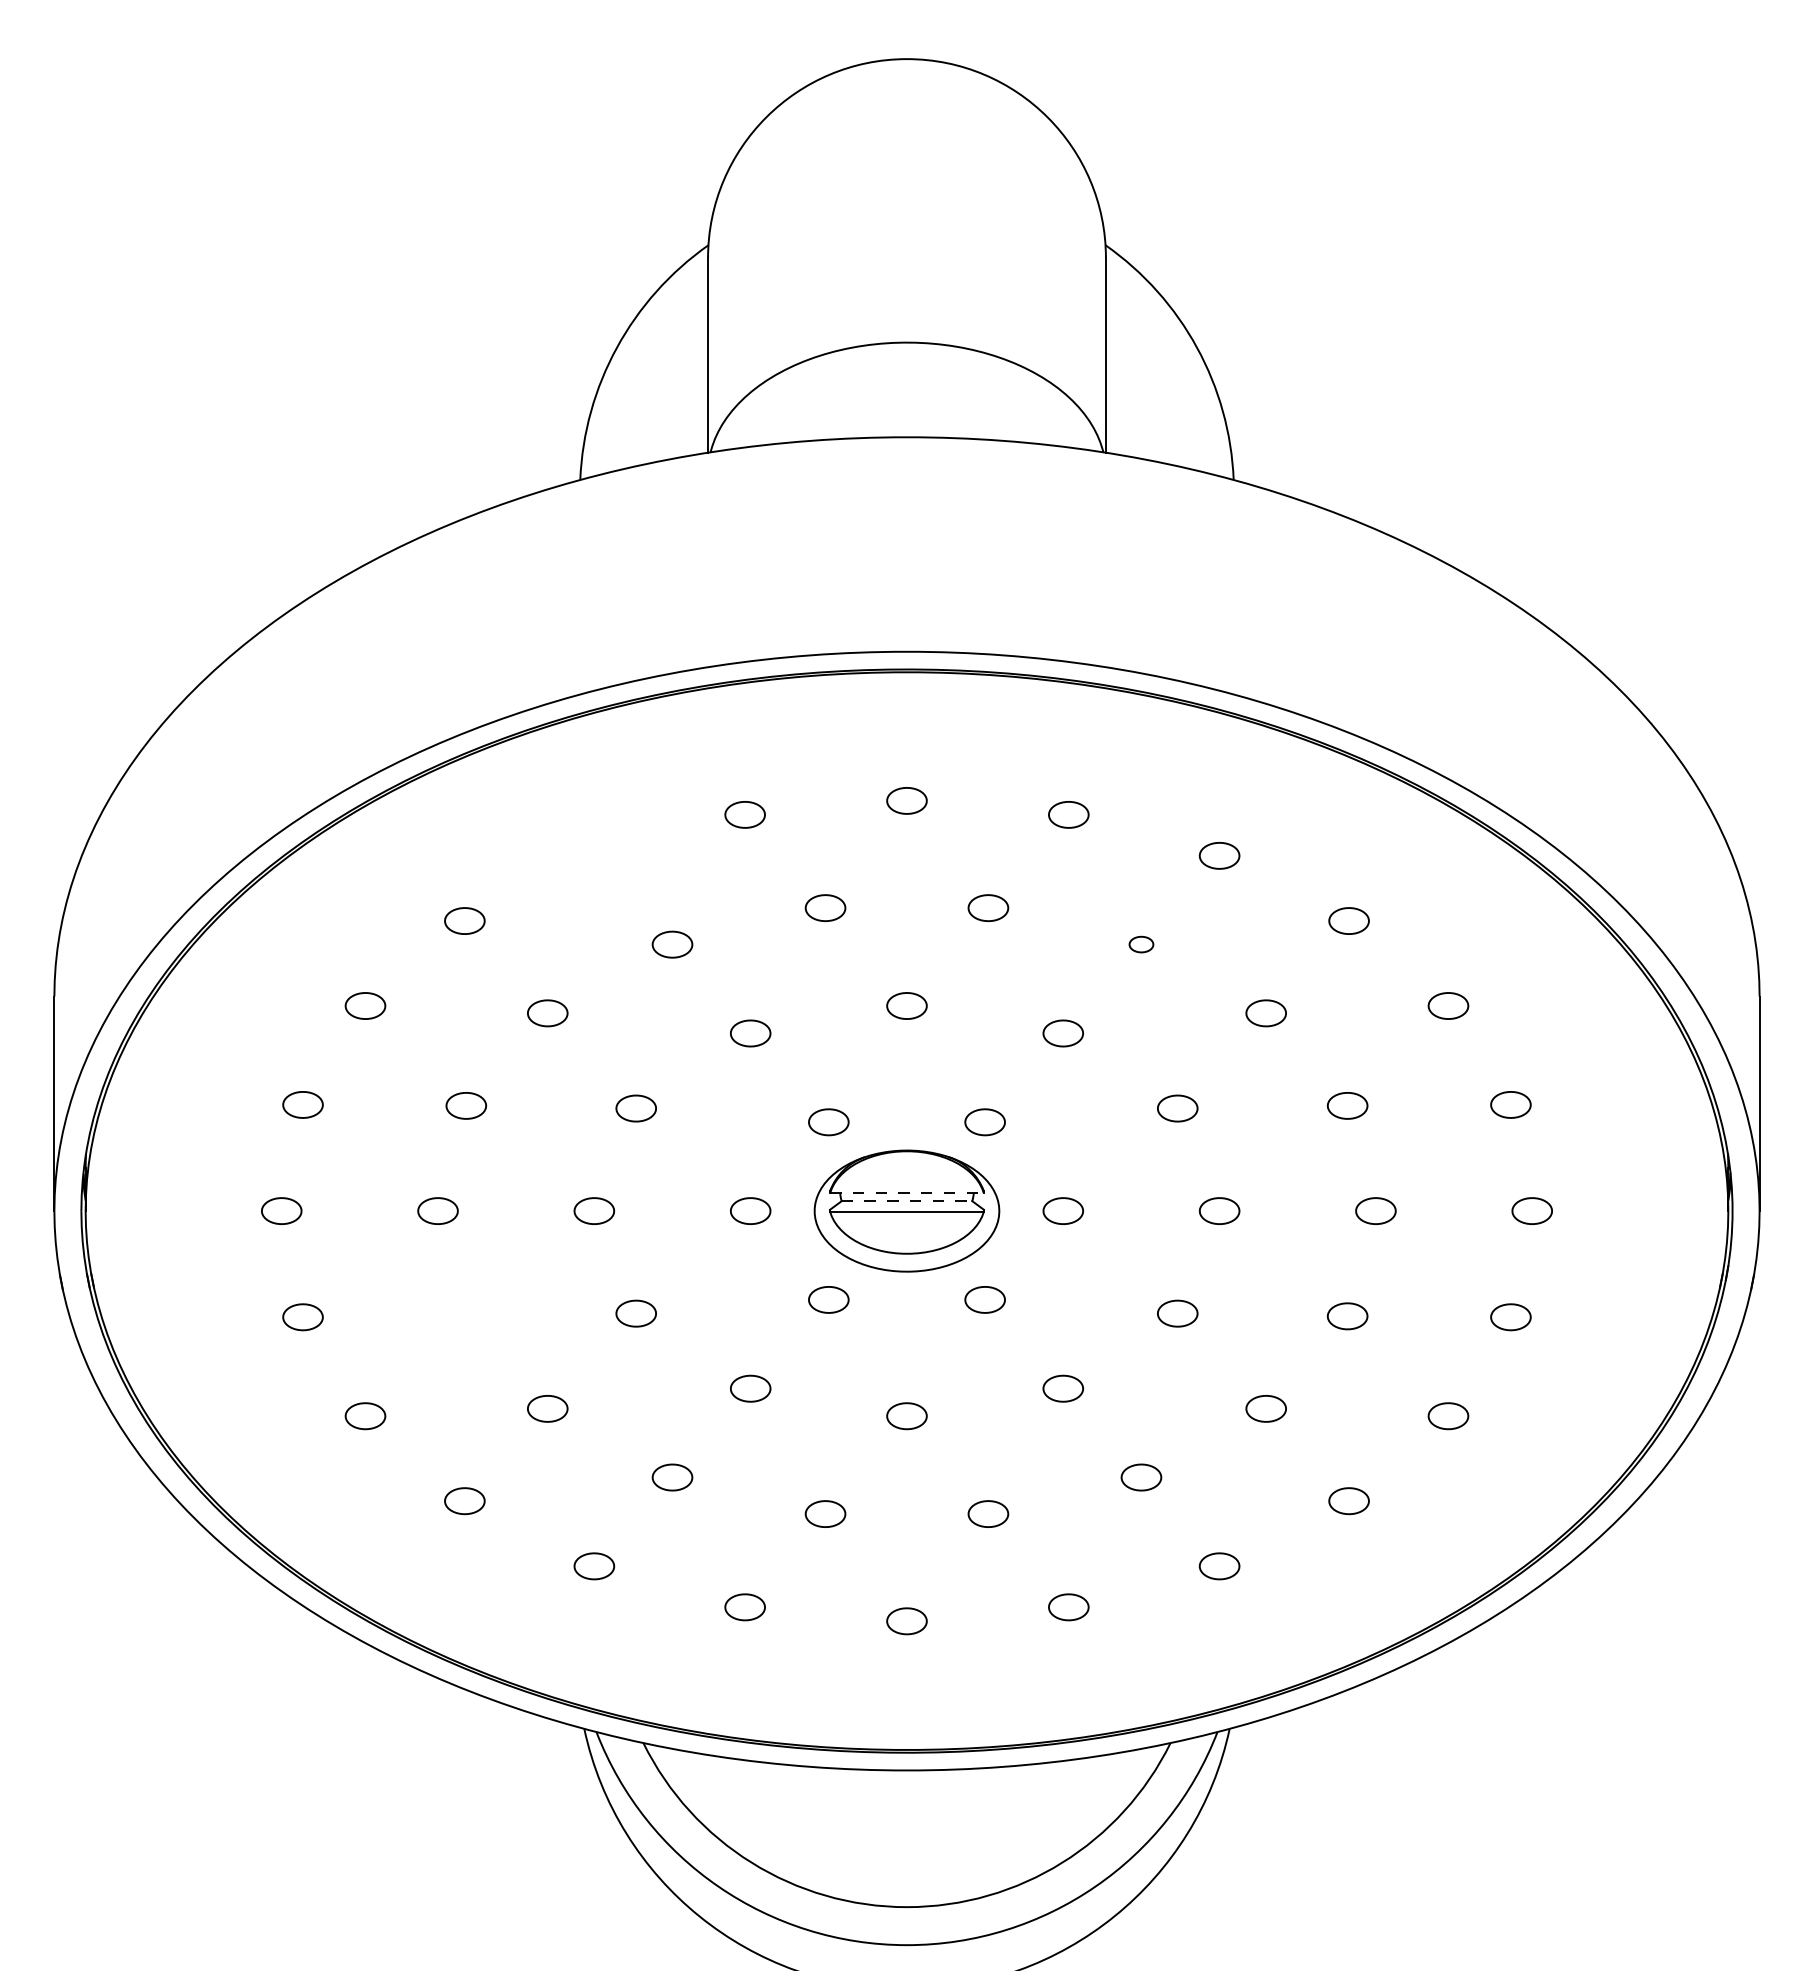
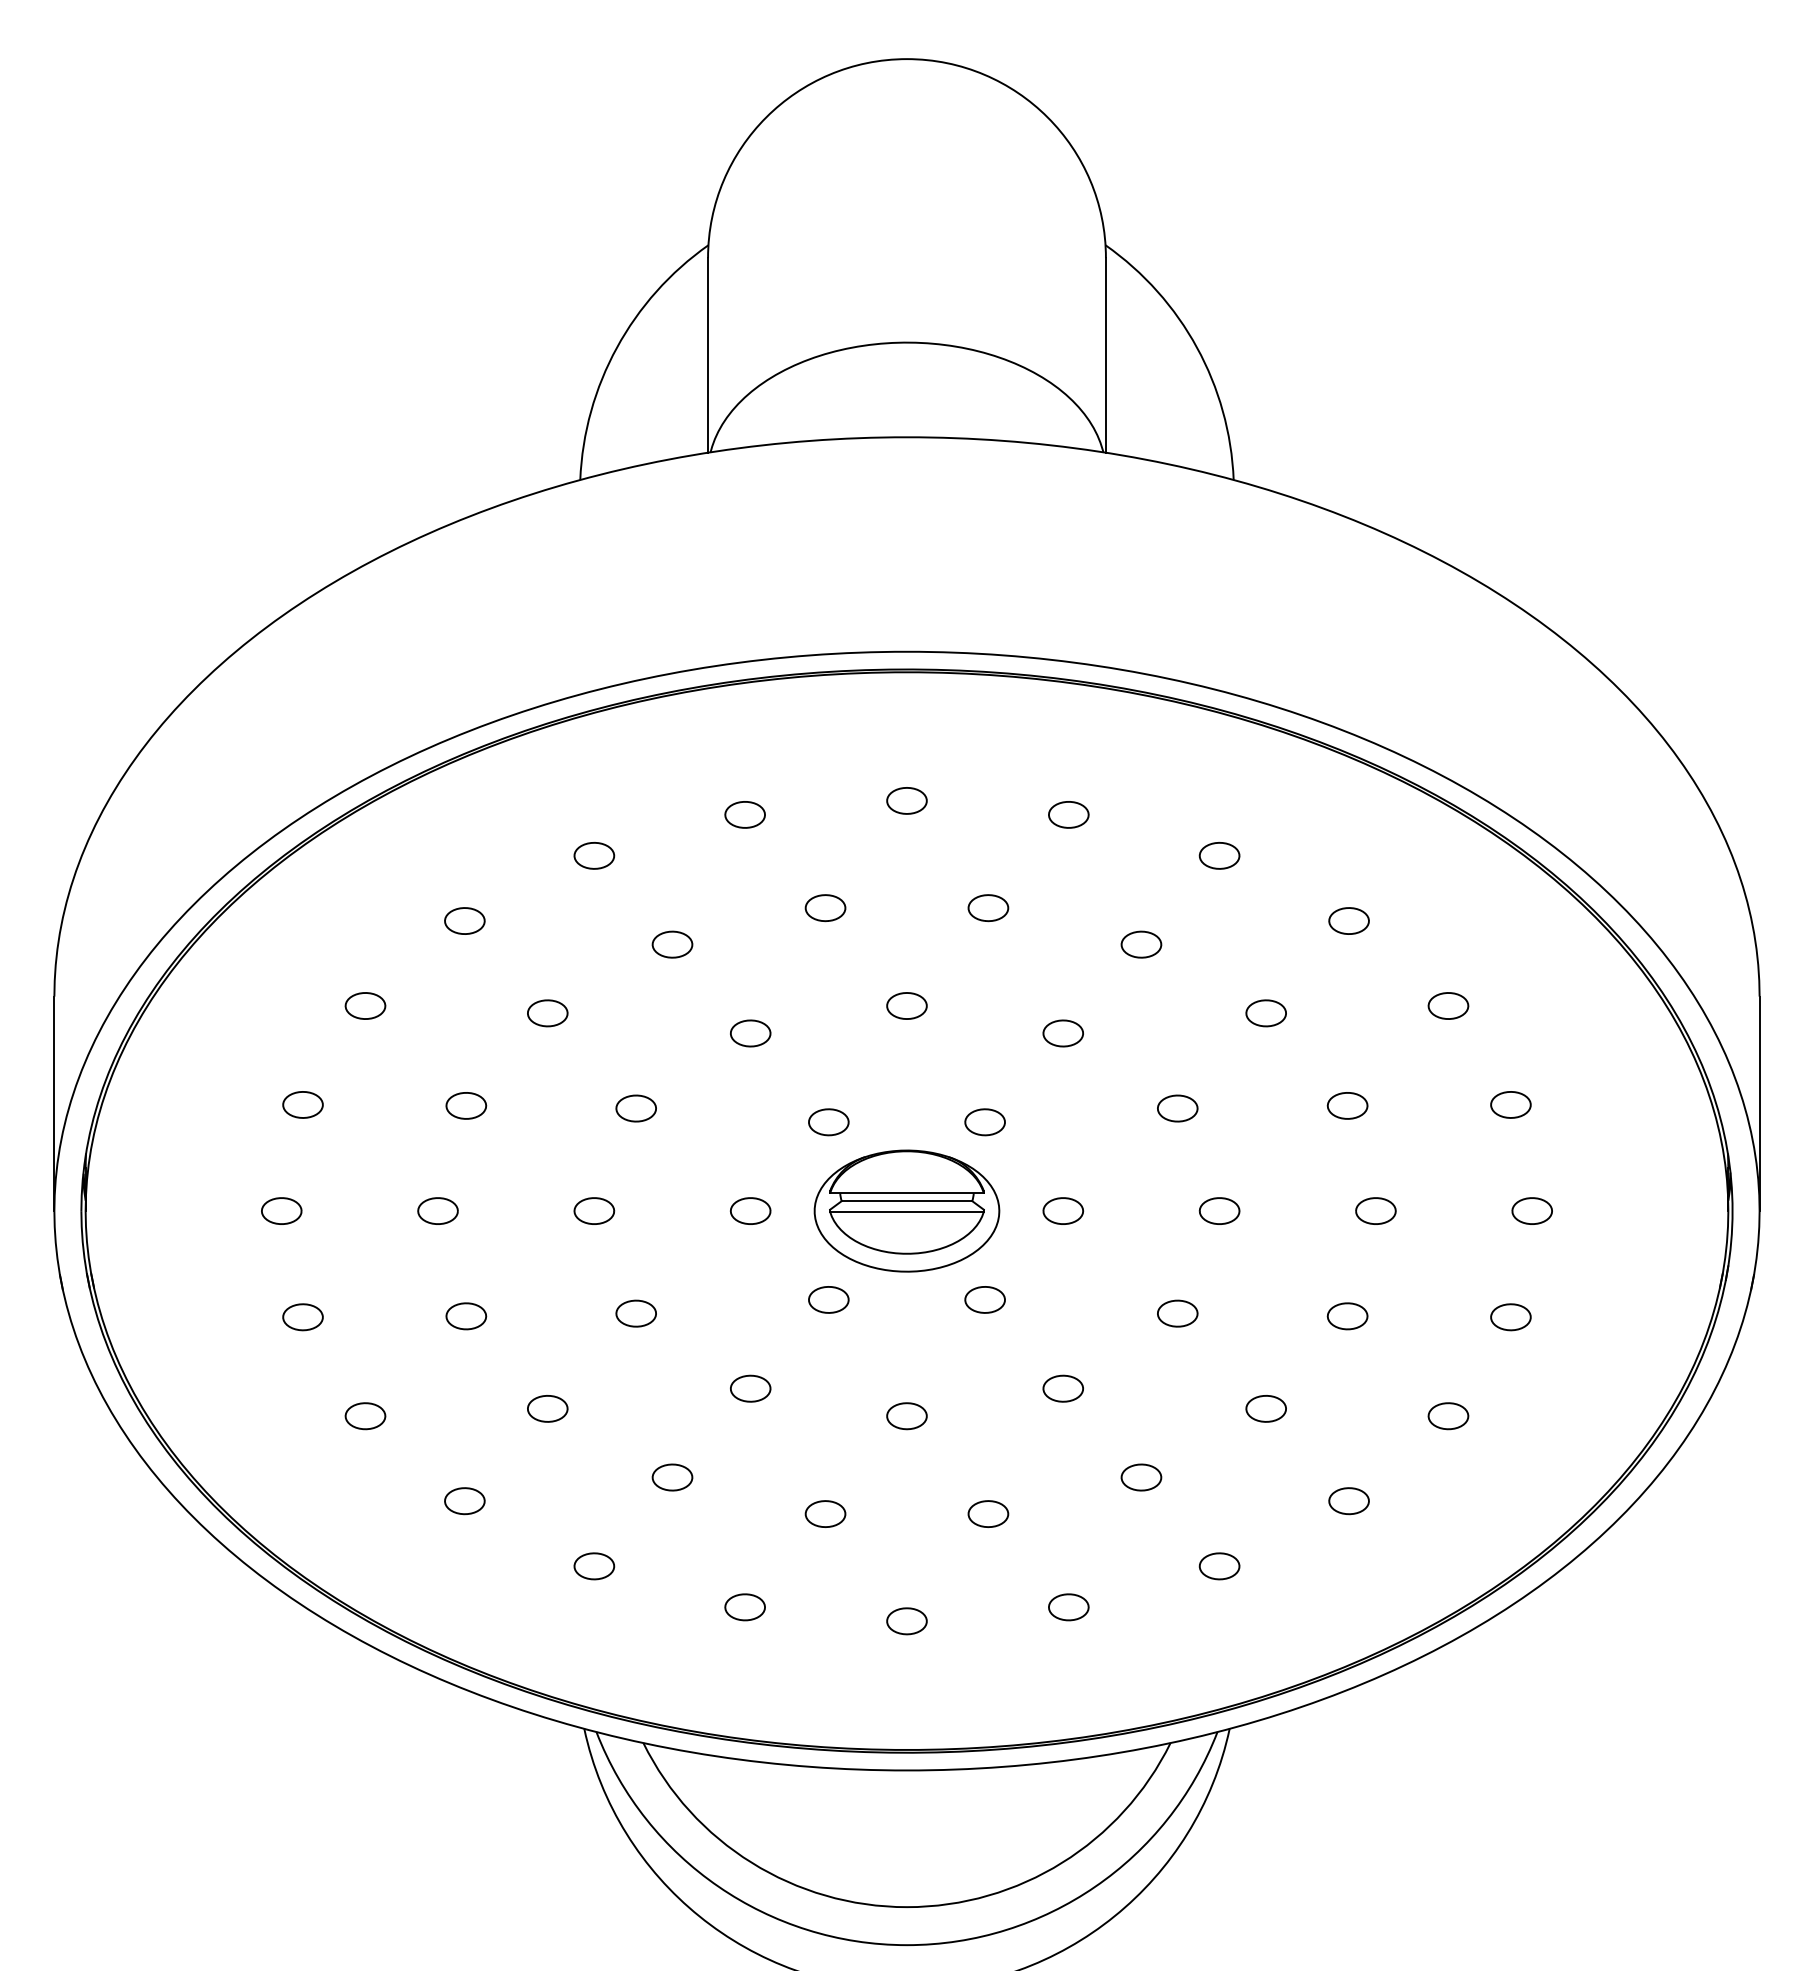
part at (594, 855): none -> present
part at (1141, 944) size: 27x19 px -> 43x29 px
line at (906, 1193): dashed -> solid
line at (907, 1201): dashed -> solid
part at (466, 1316): none -> present
